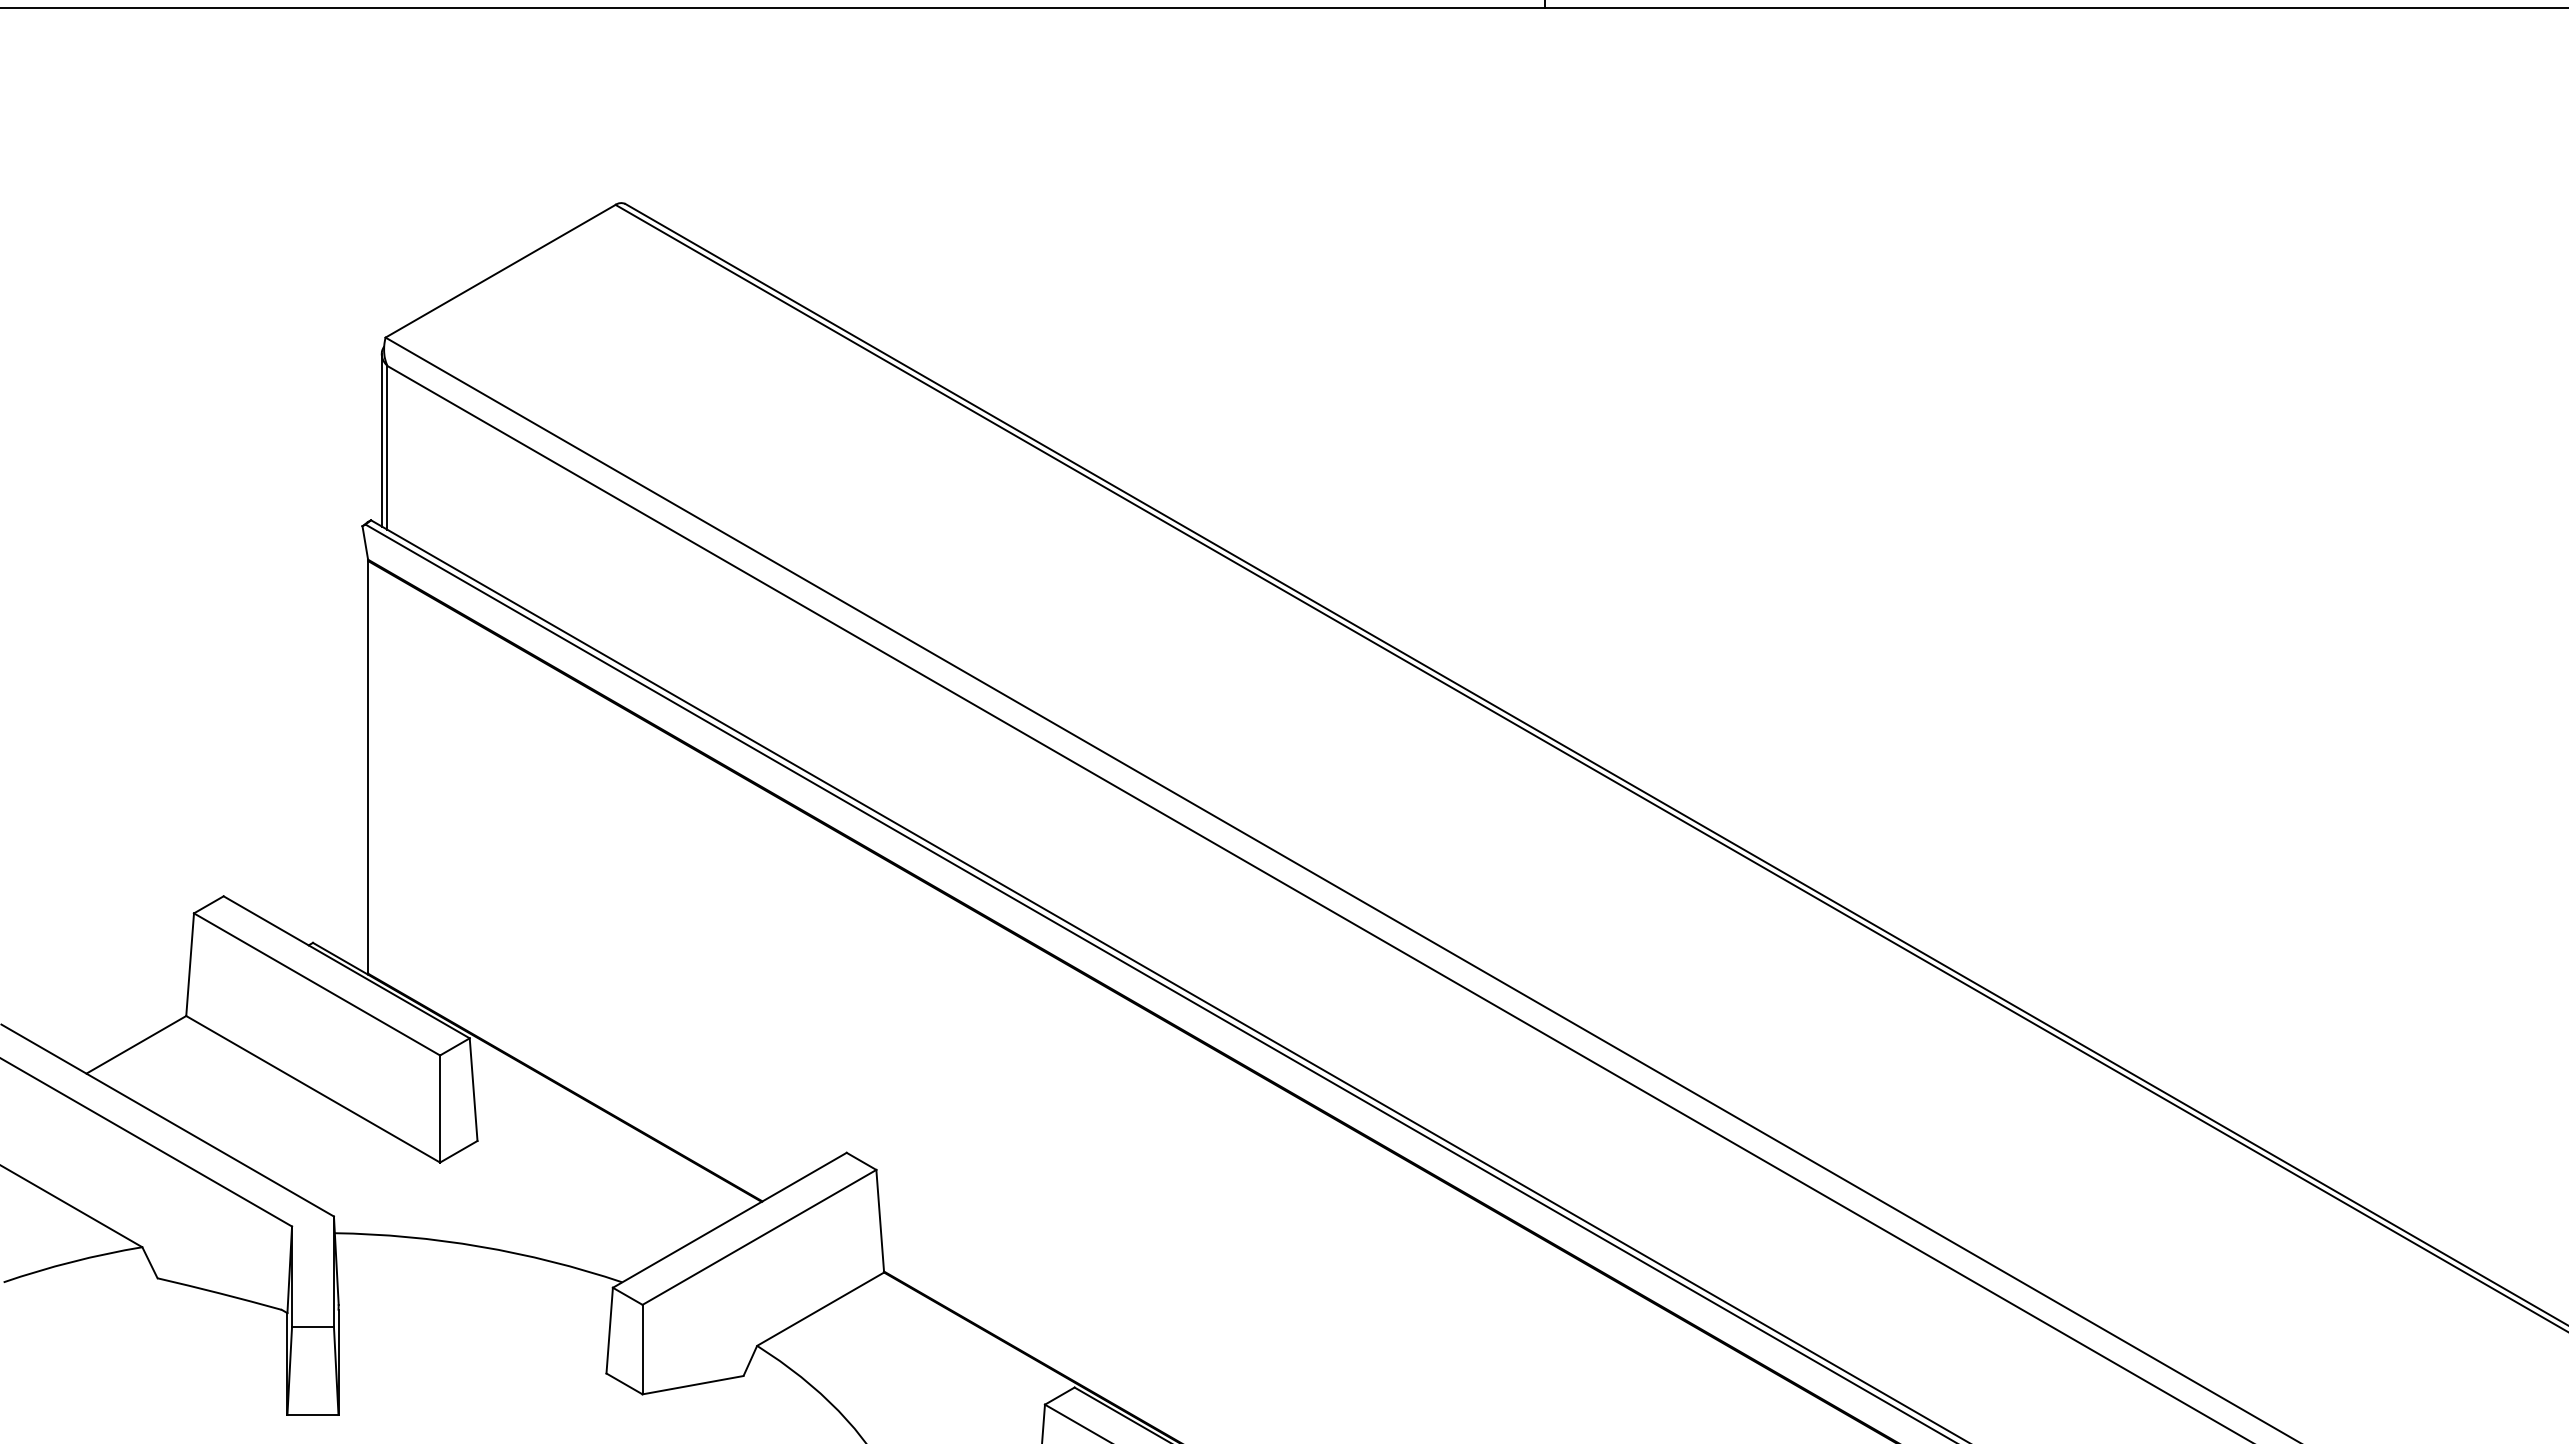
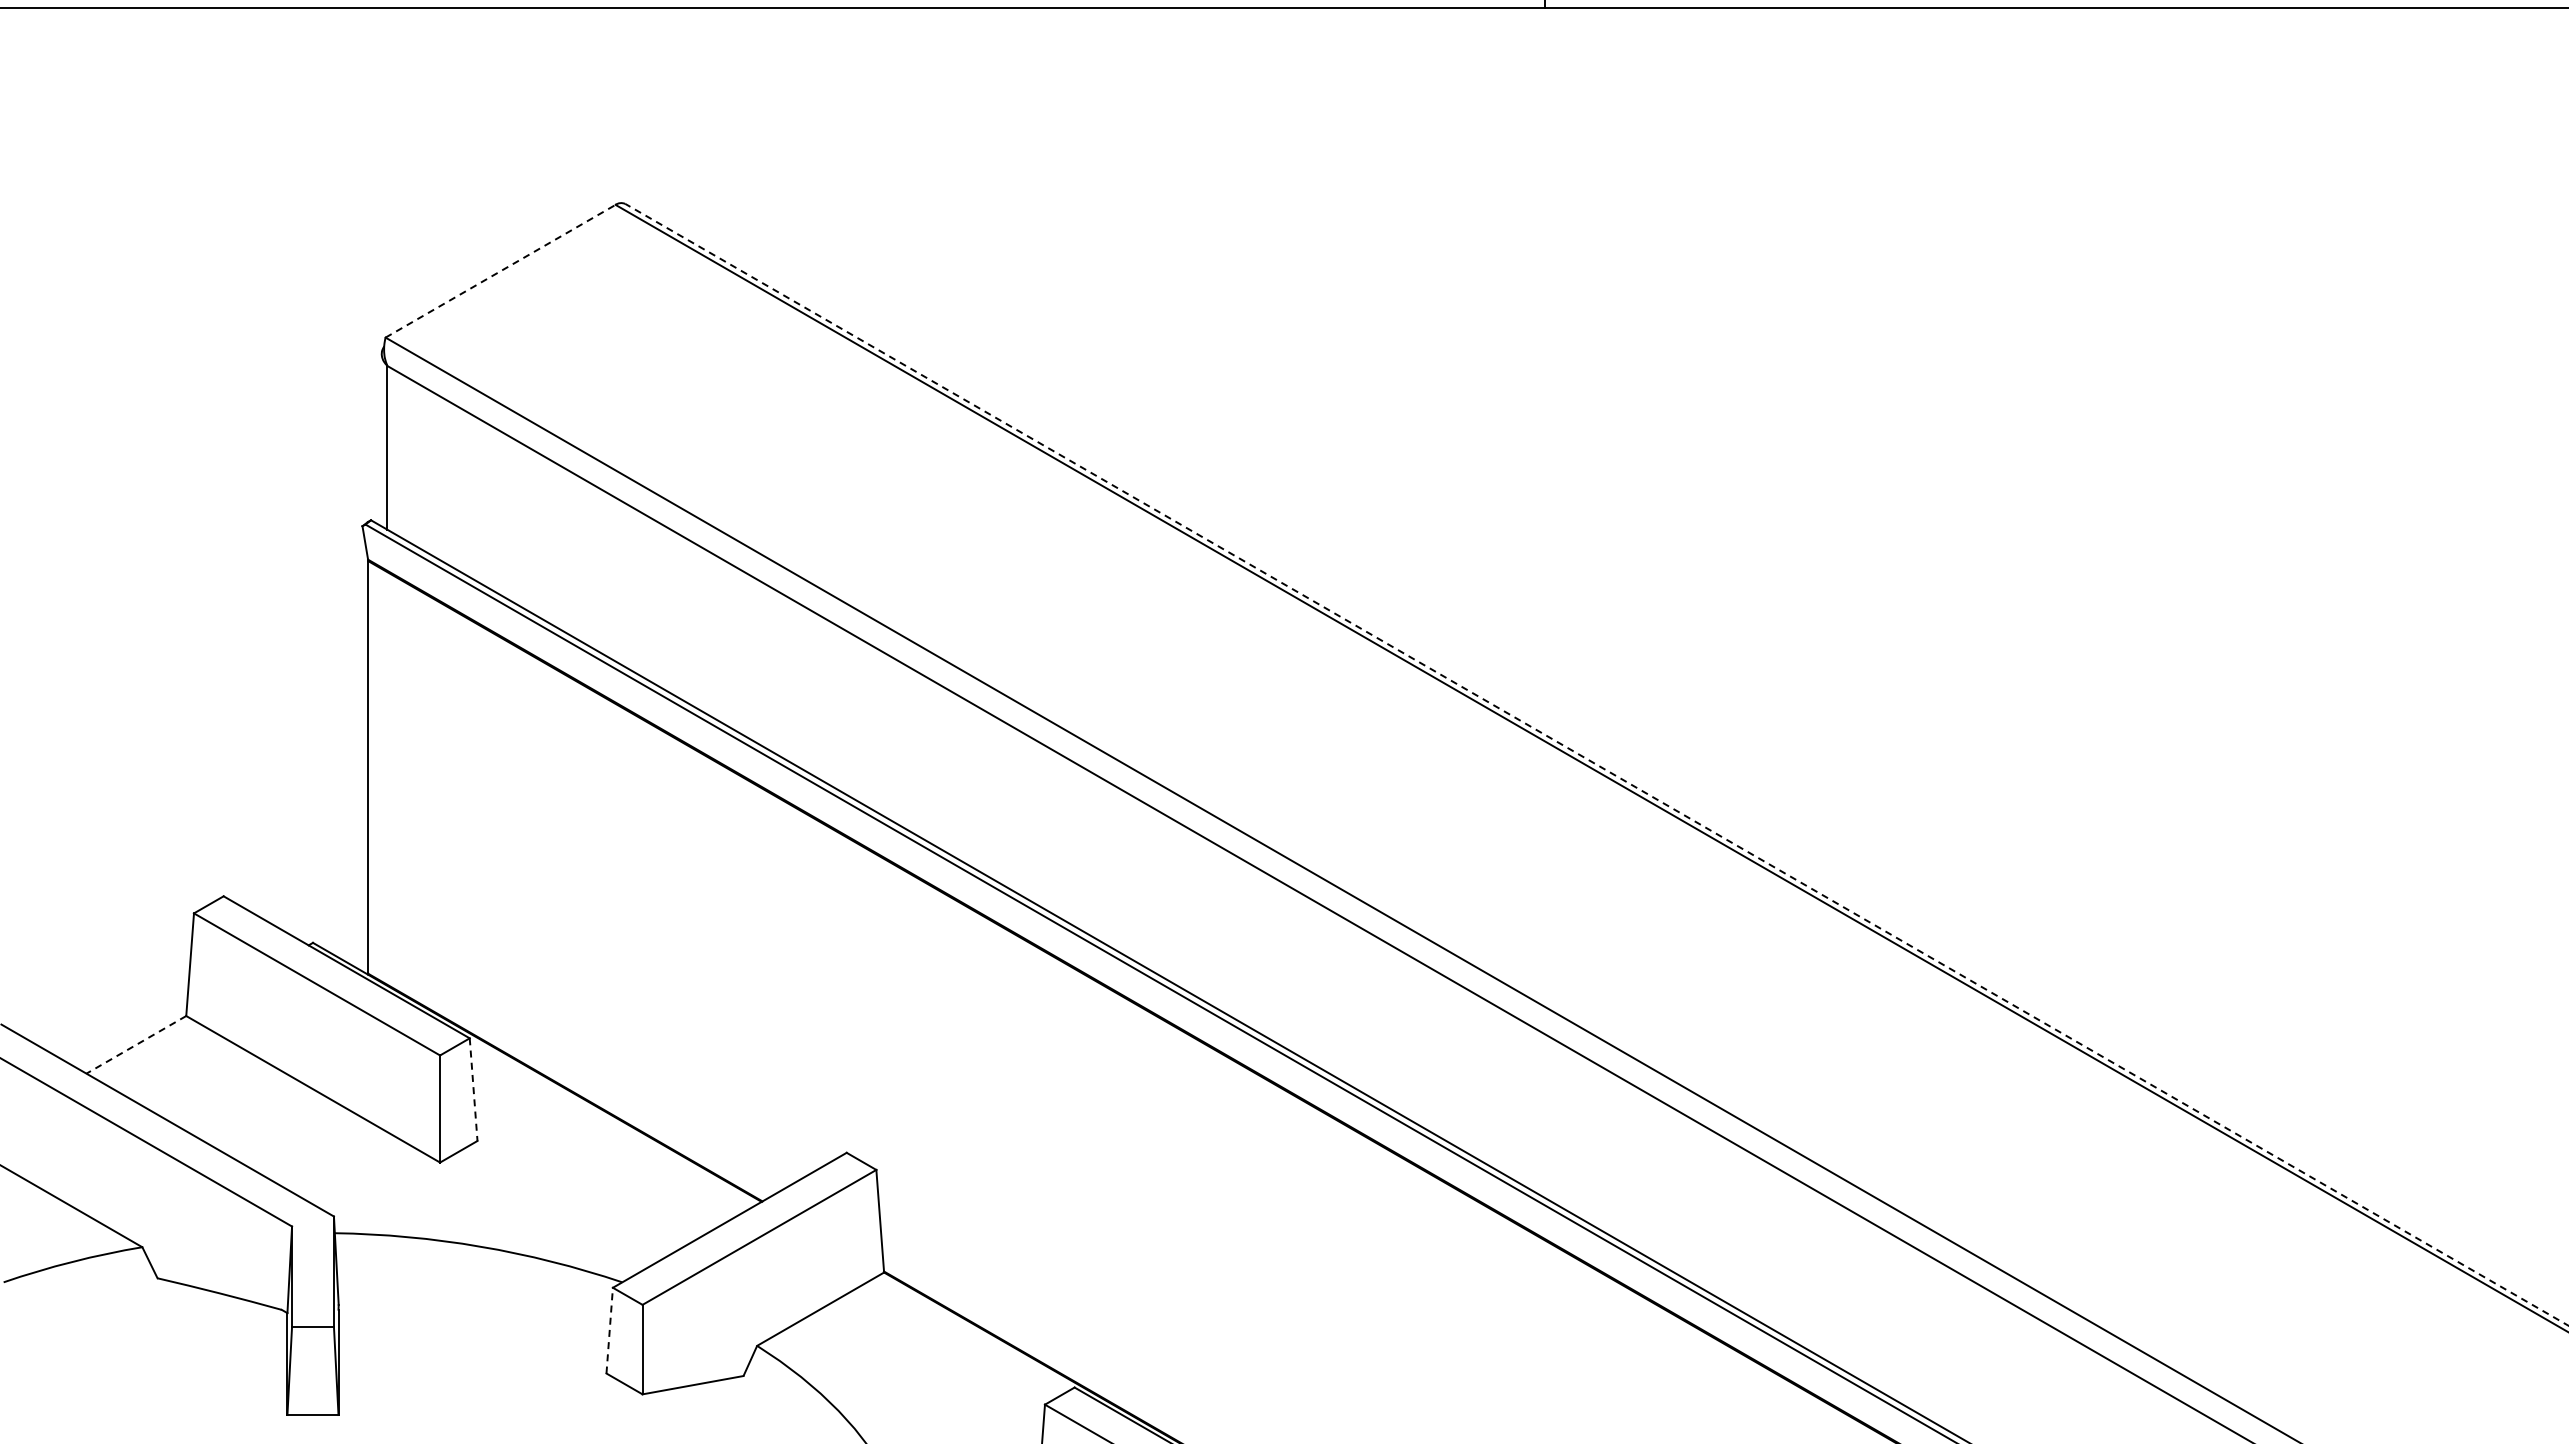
line at (500, 271): solid -> dashed
line at (381, 440): present -> none
line at (1596, 764): solid -> dashed
line at (136, 1044): solid -> dashed
line at (473, 1090): solid -> dashed
line at (609, 1330): solid -> dashed
